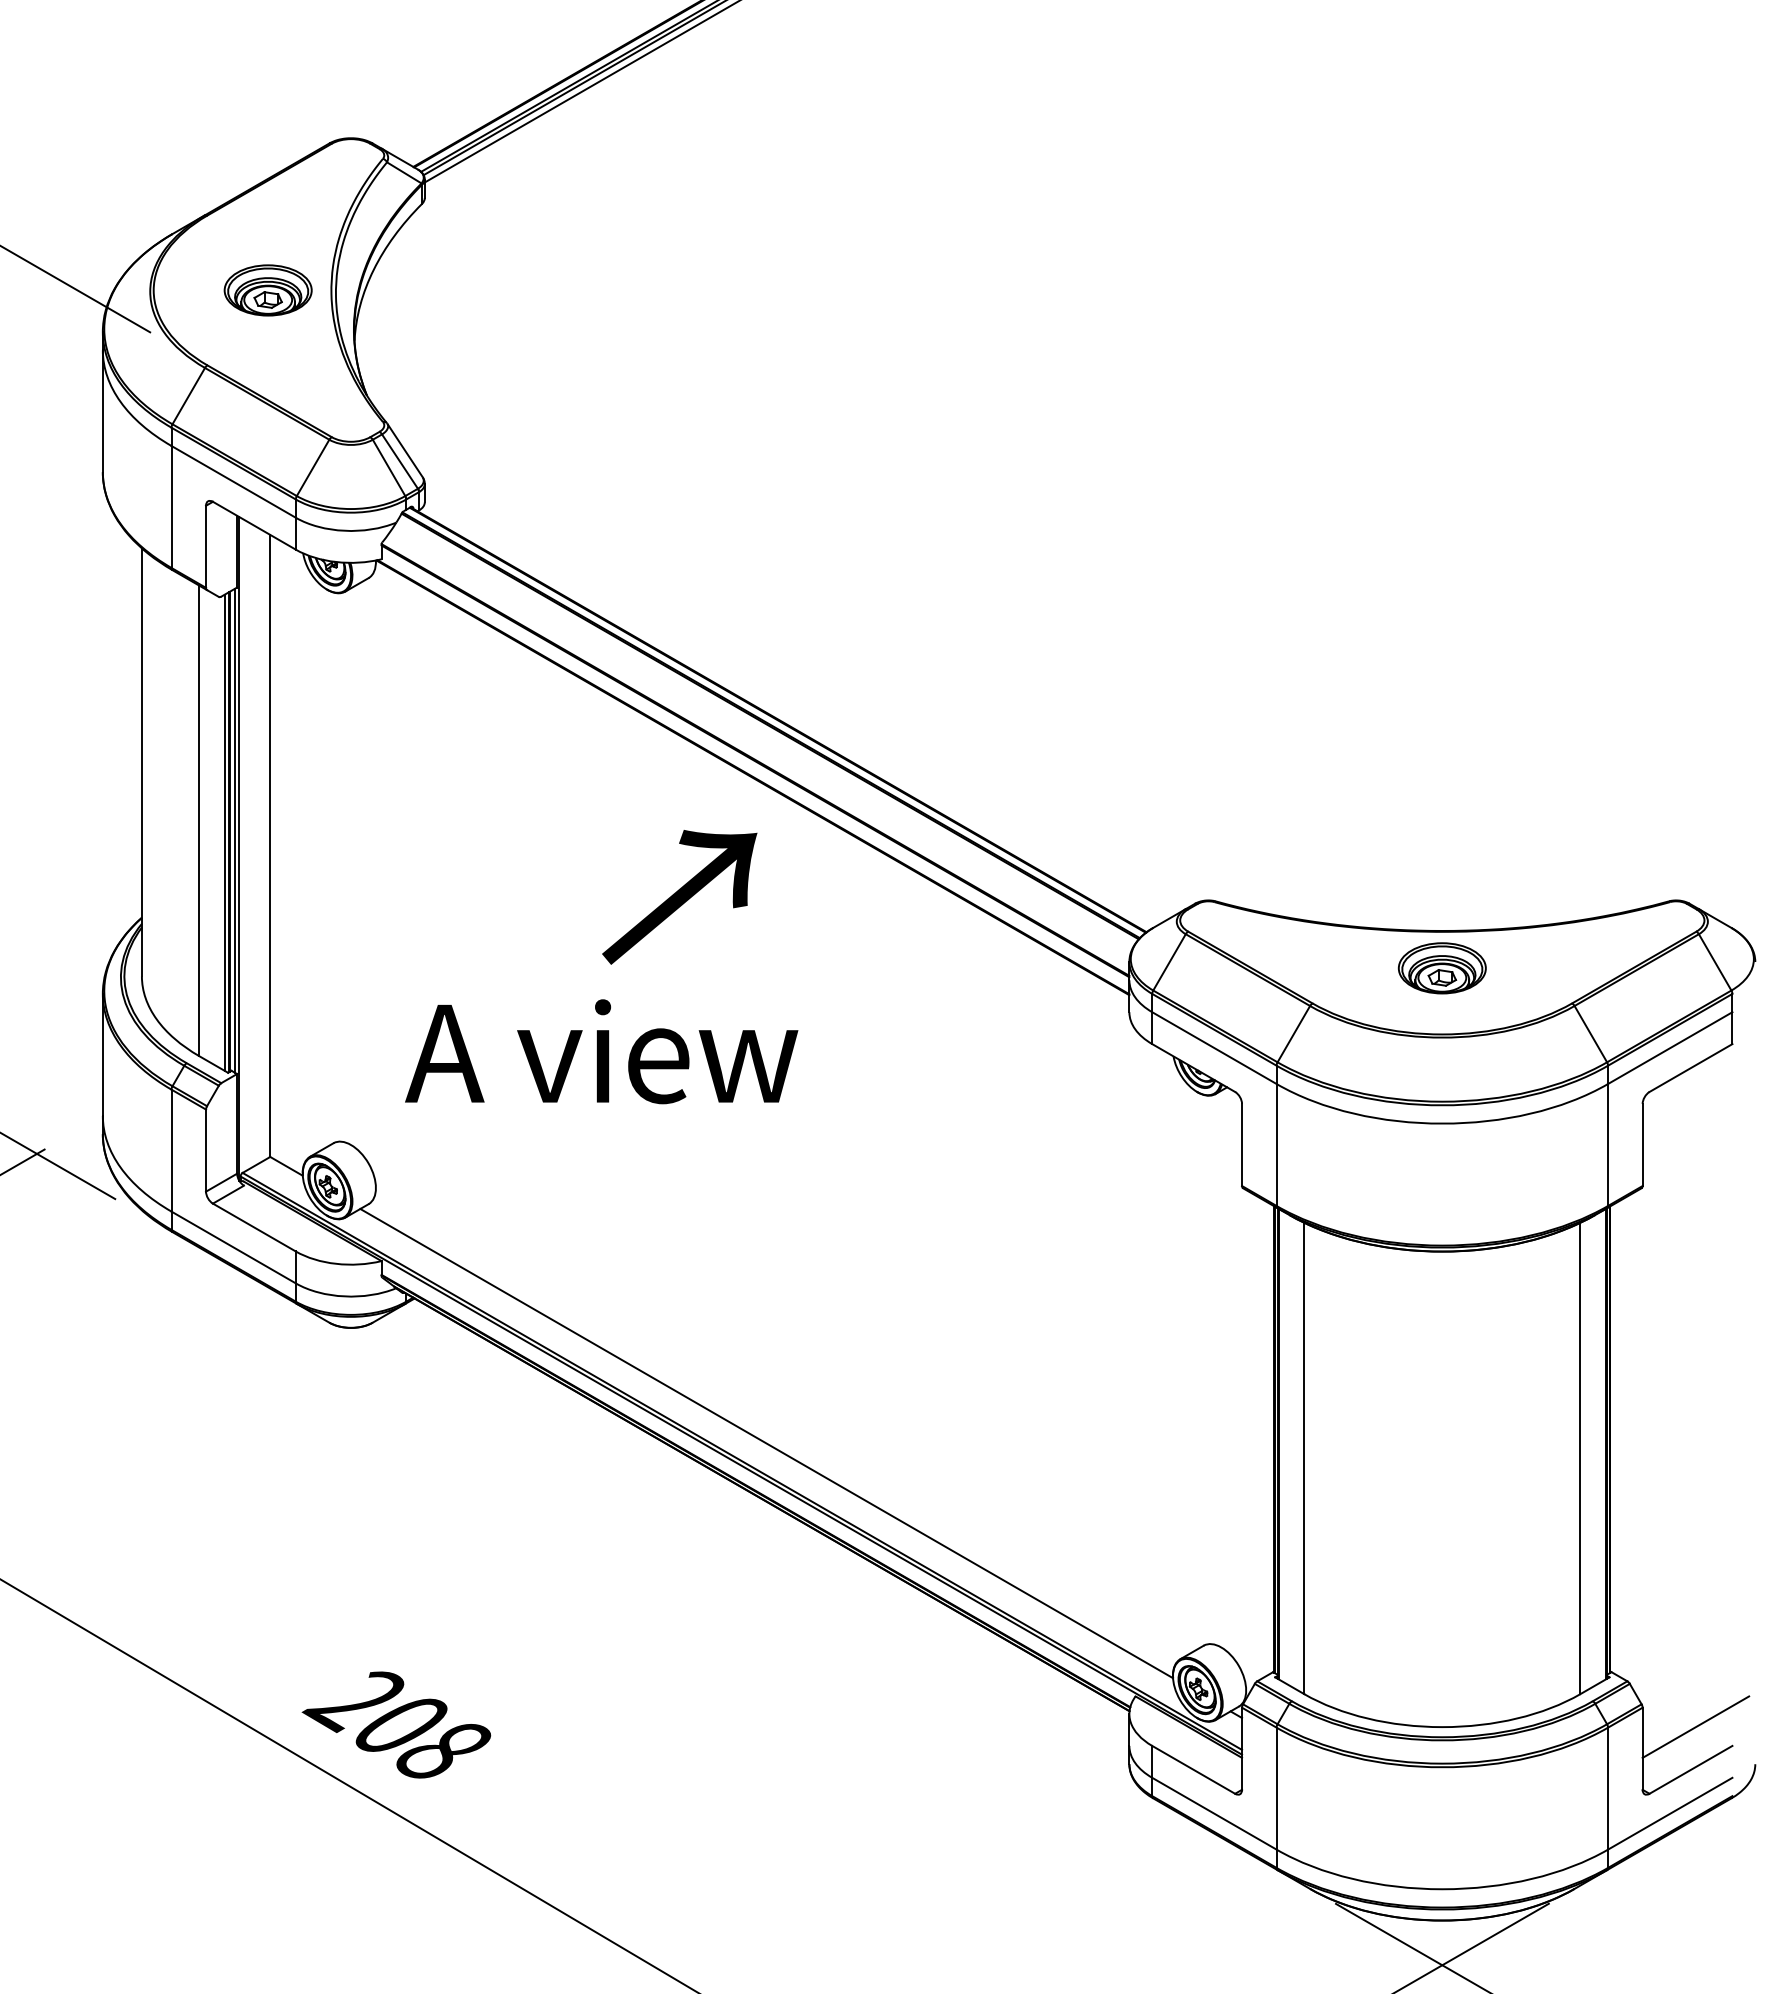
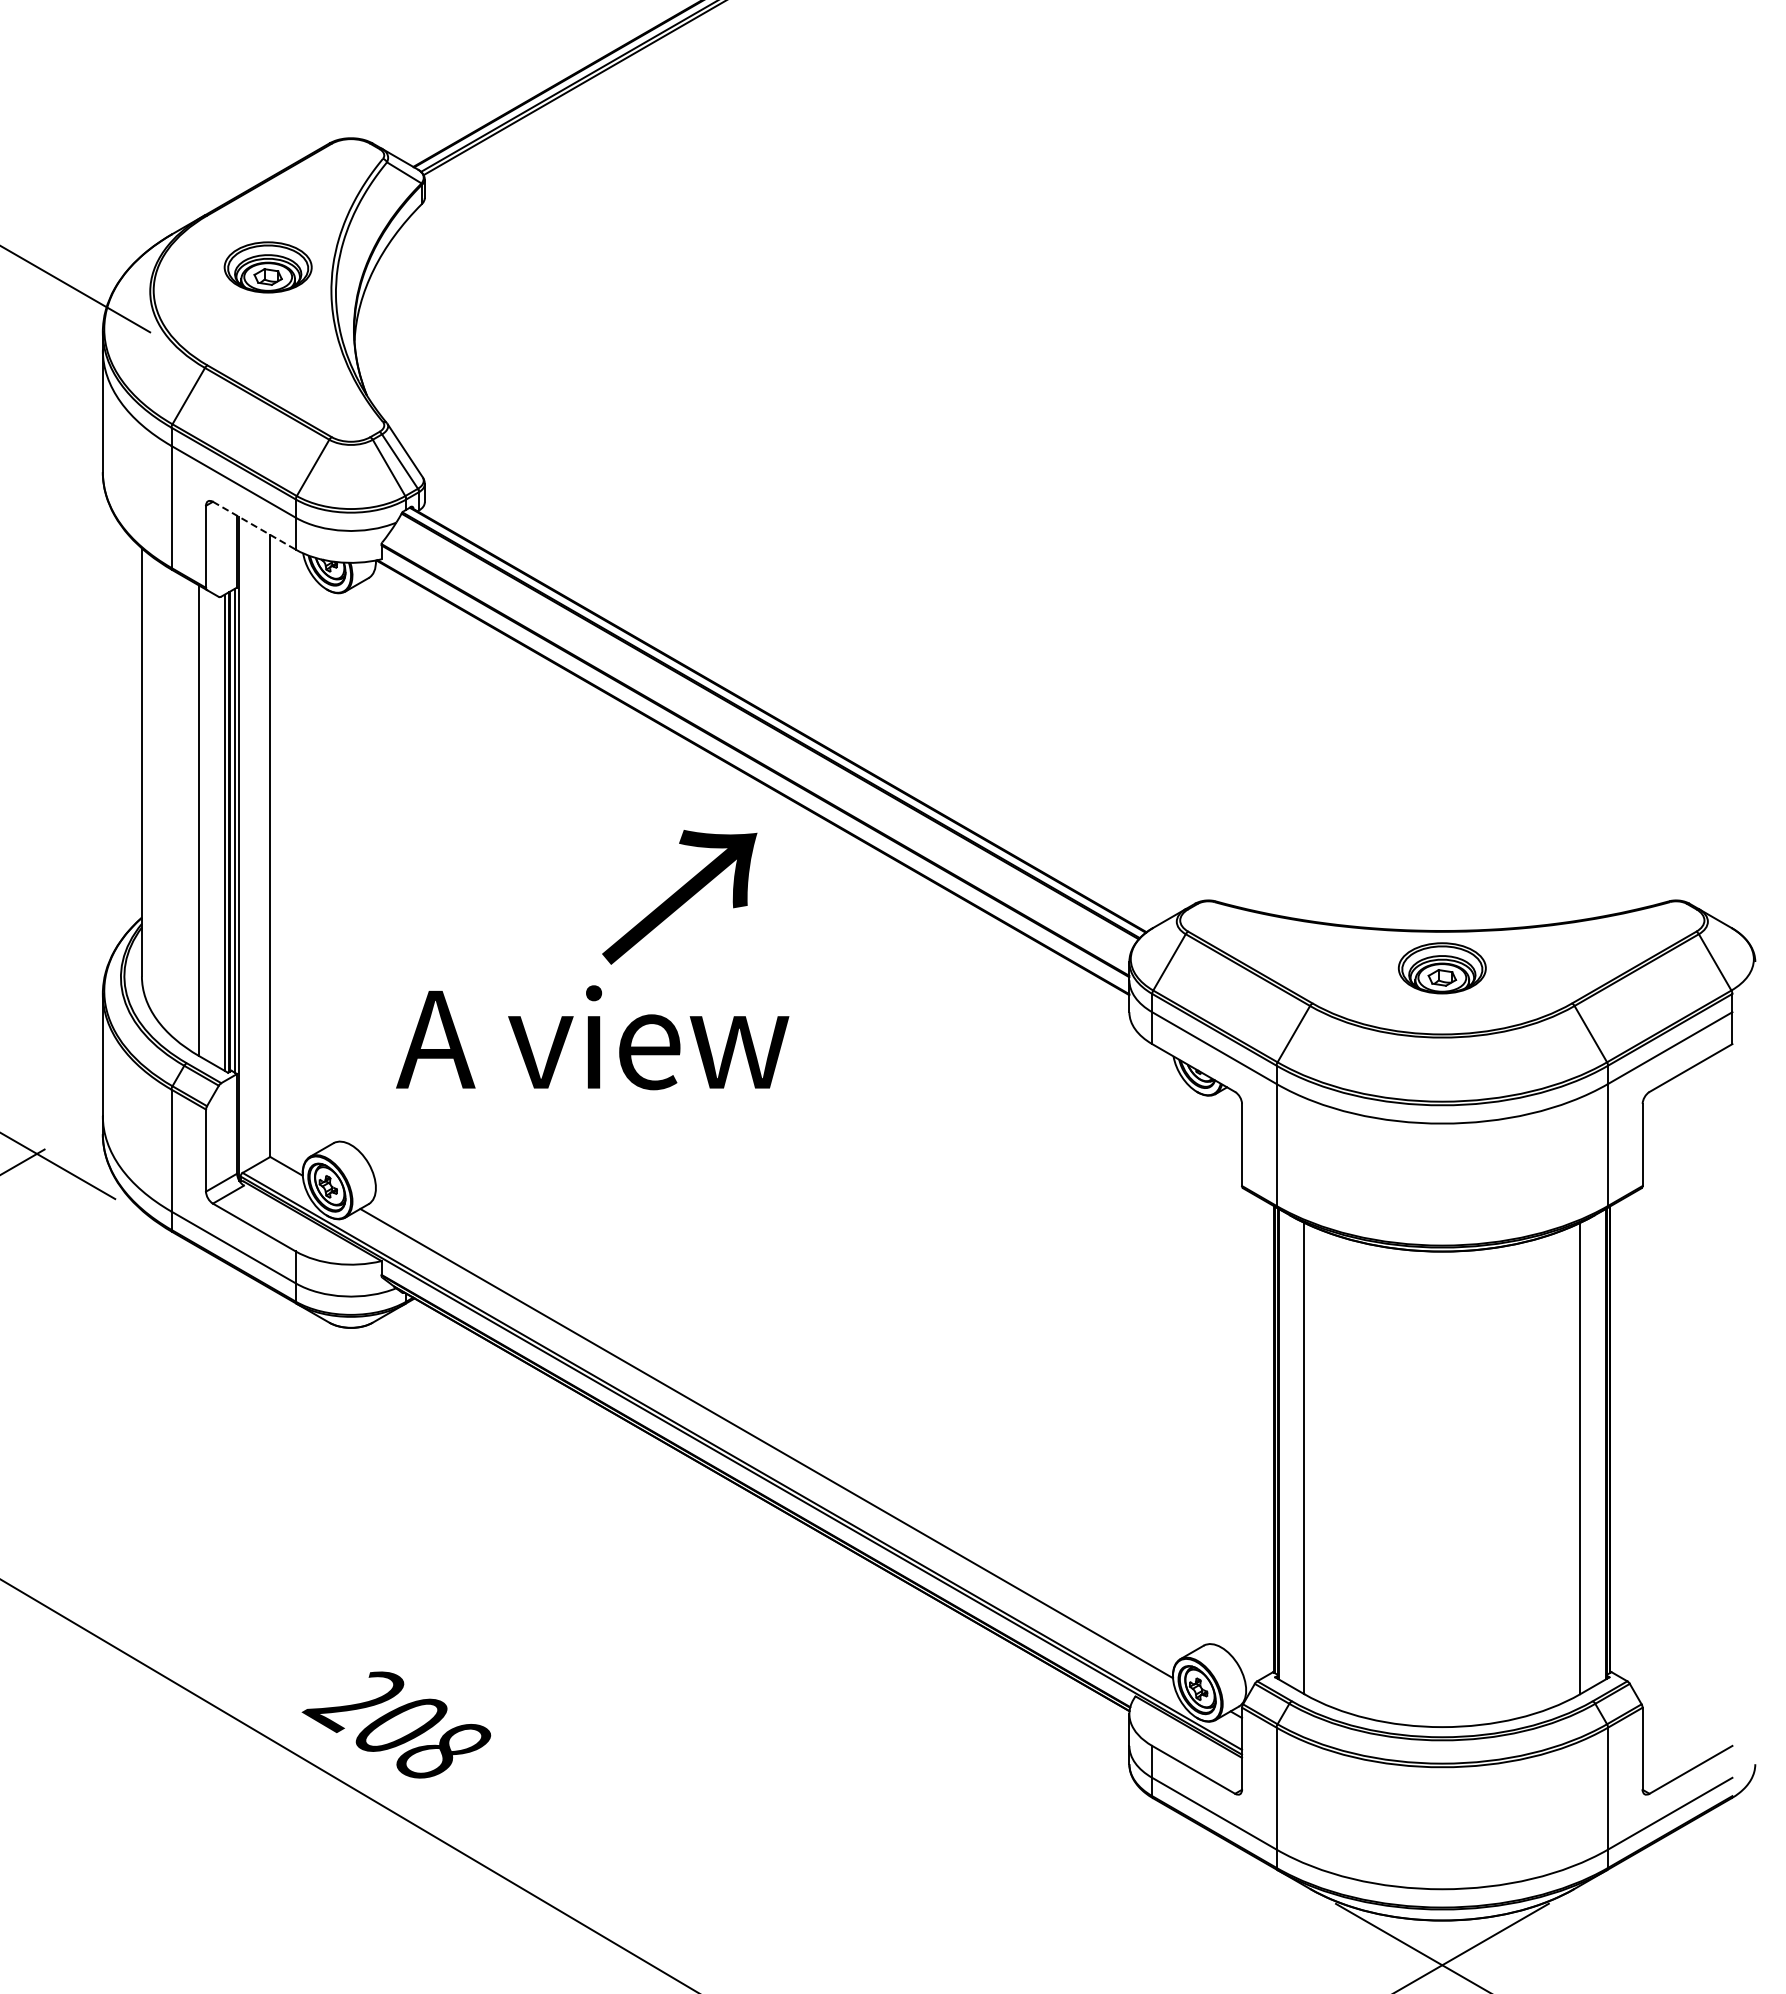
line at (580, 92): present -> none
part at (267, 290) position: (267, 290) -> (267, 267)
line at (254, 525): solid -> dashed
text at (601, 1051) position: (601, 1051) -> (592, 1037)
line at (1695, 1726): present -> none
